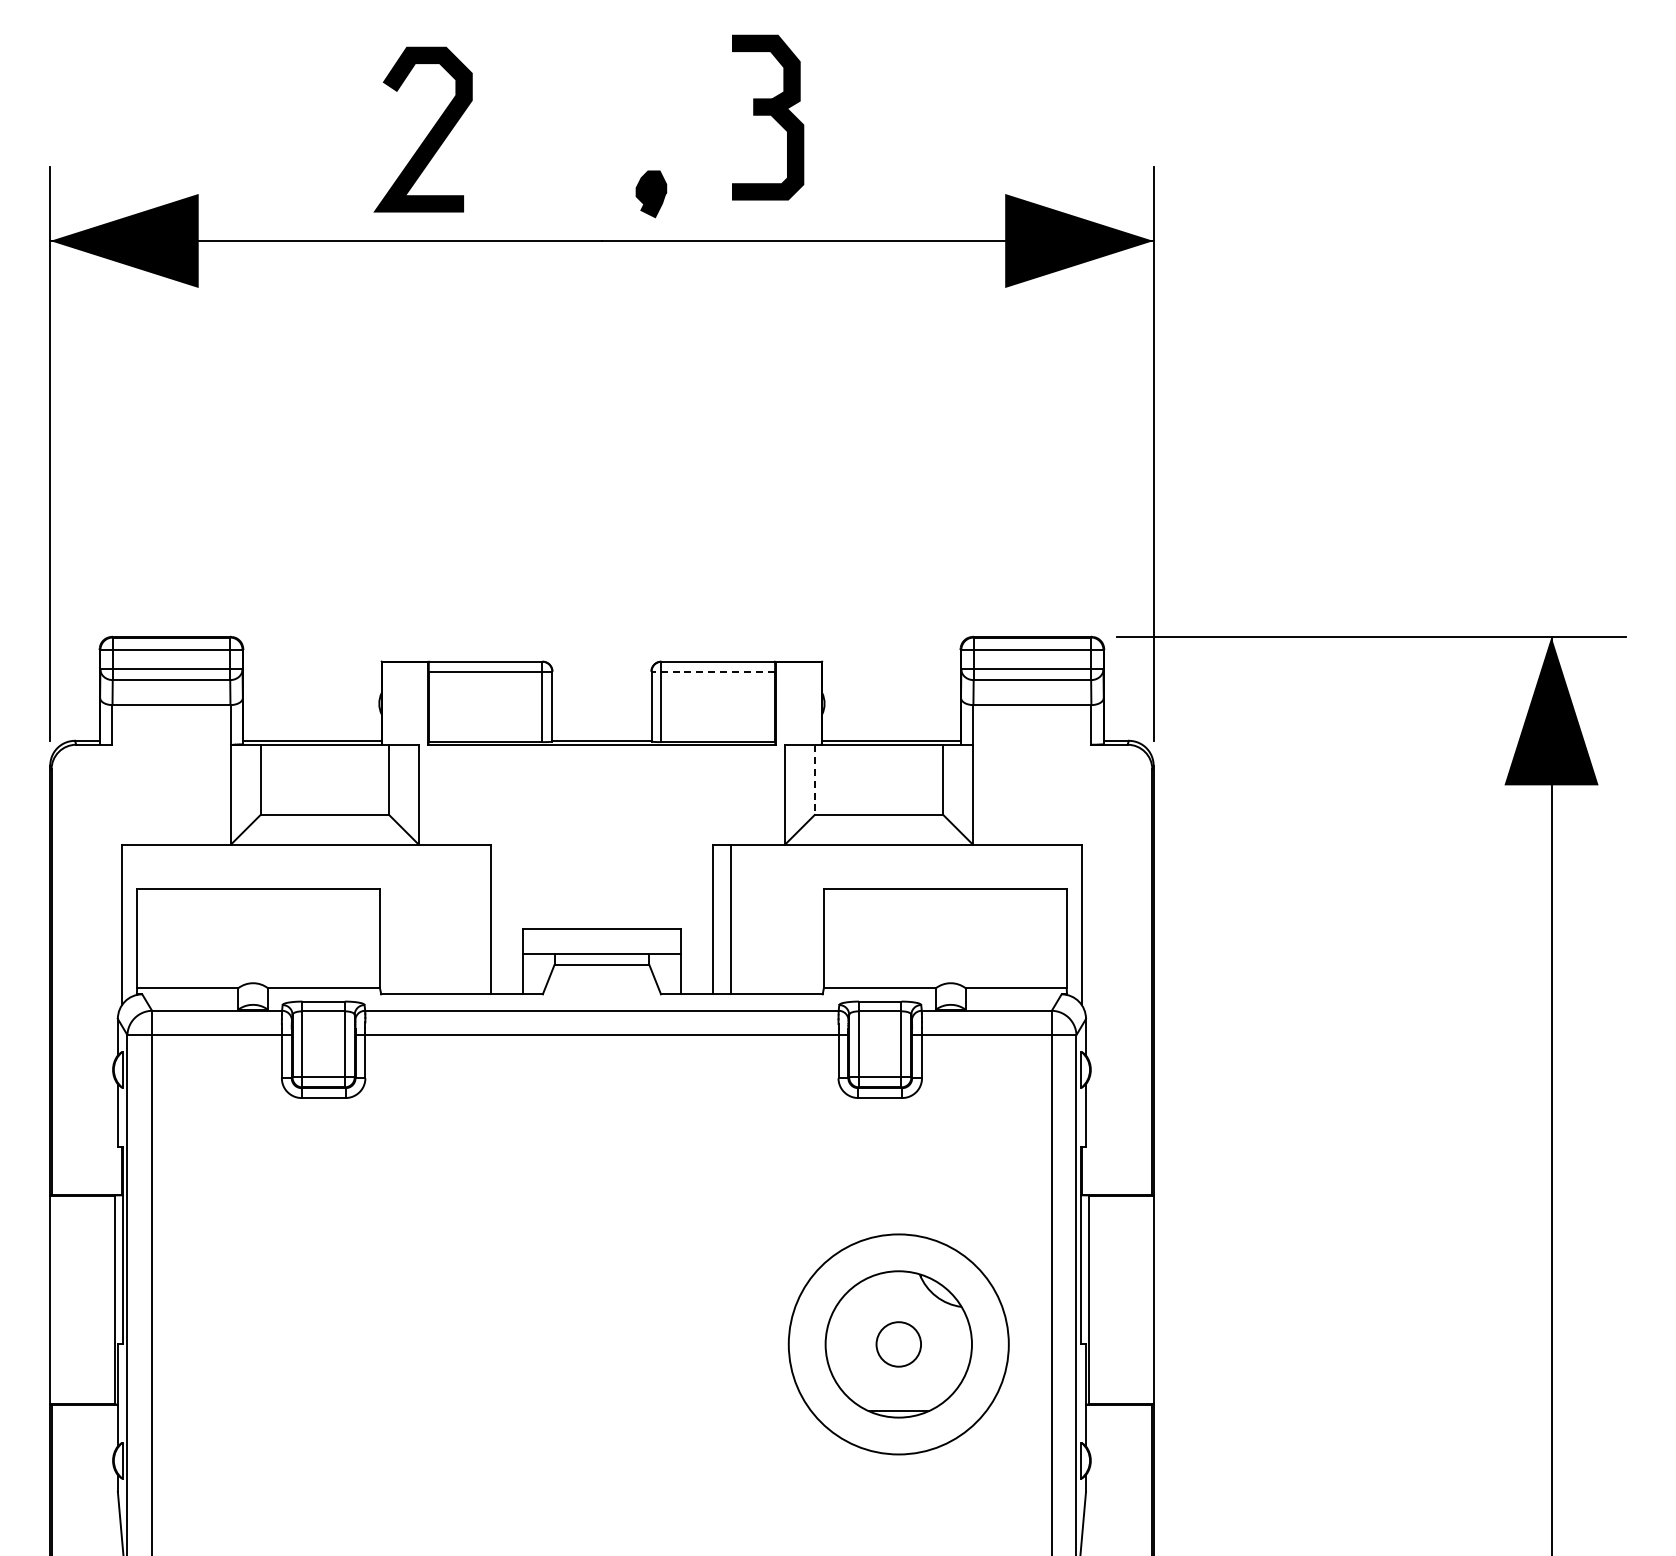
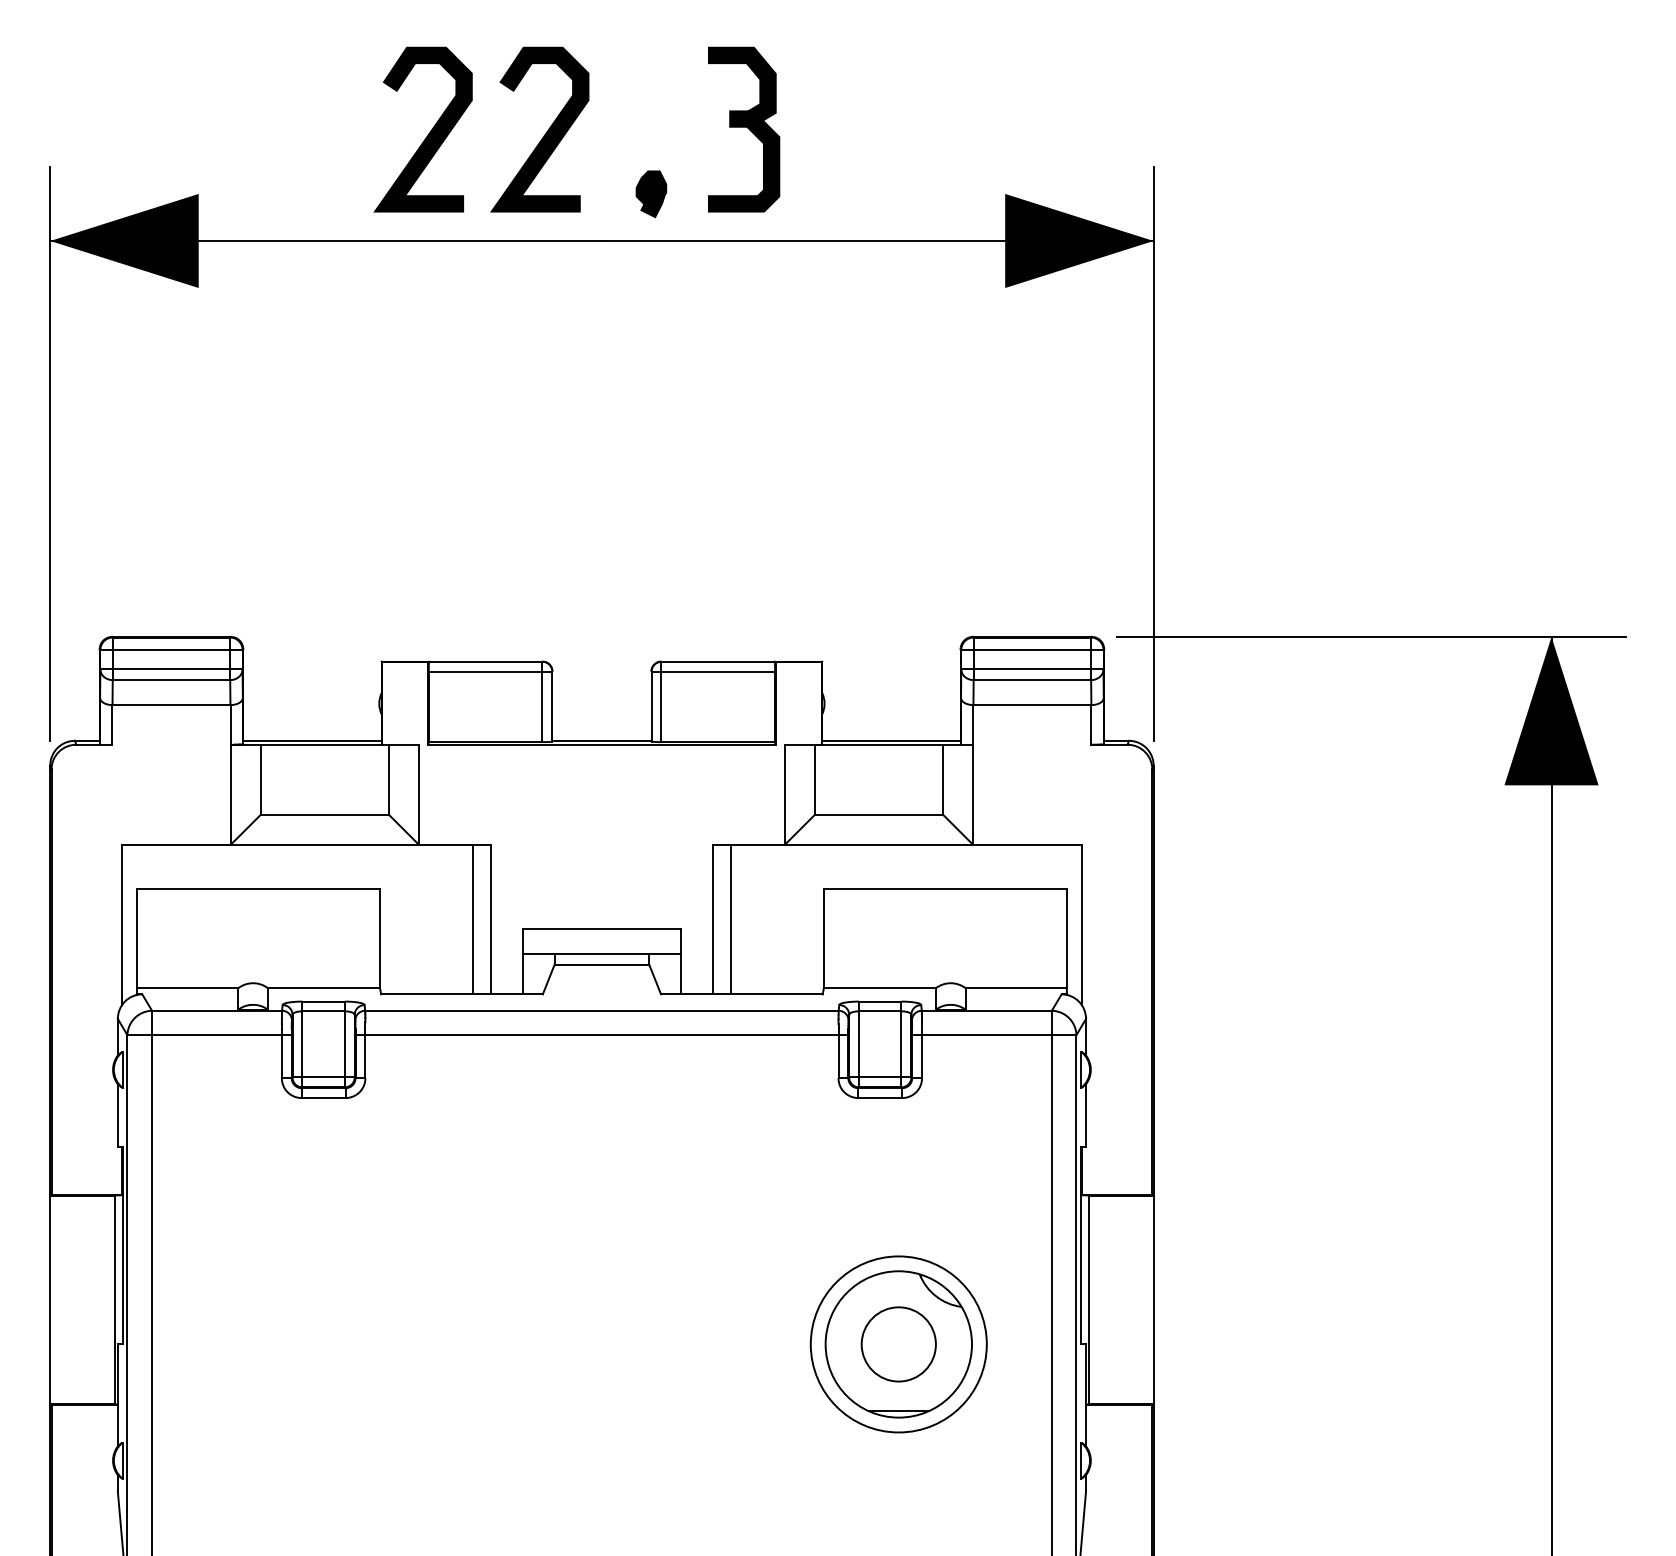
part at (768, 117) position: (768, 117) -> (744, 129)
curve at (544, 134): none -> present
line at (713, 671): dashed -> solid
line at (814, 780): dashed -> solid
line at (472, 919): none -> present
circle at (898, 1344) diameter: 220 px -> 176 px
circle at (898, 1344) diameter: 45 px -> 74 px
